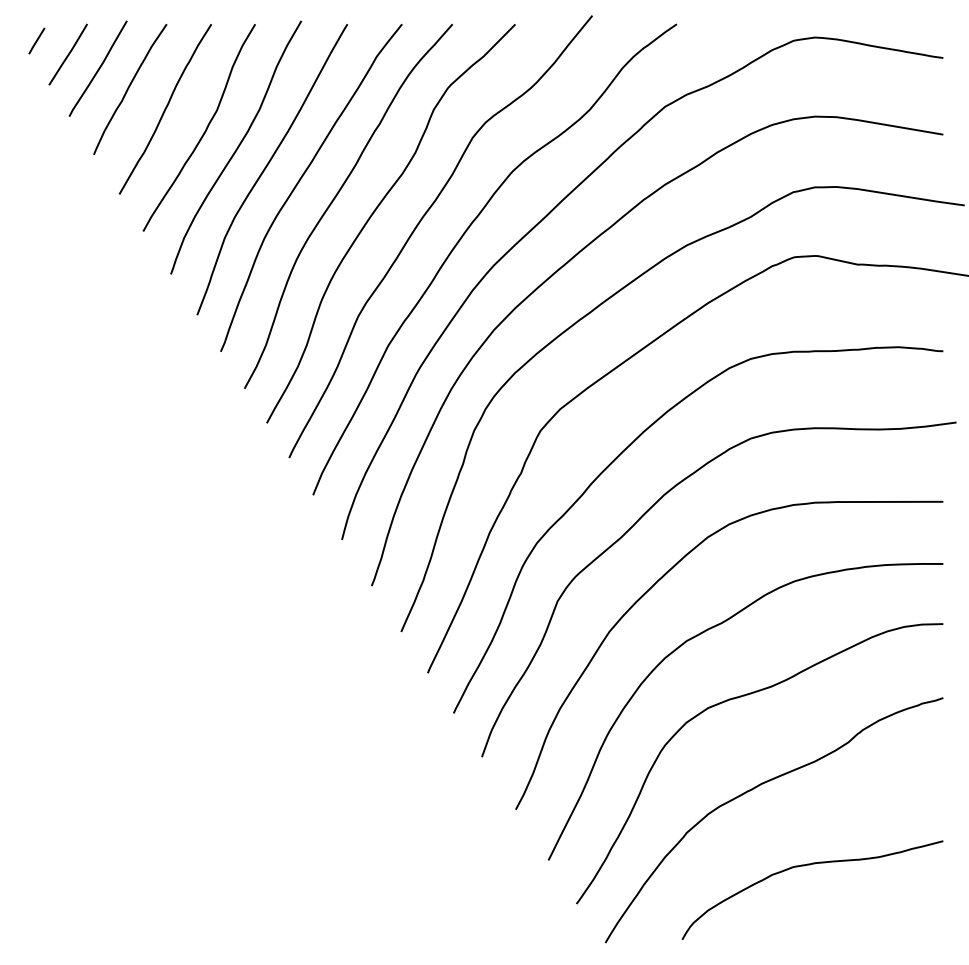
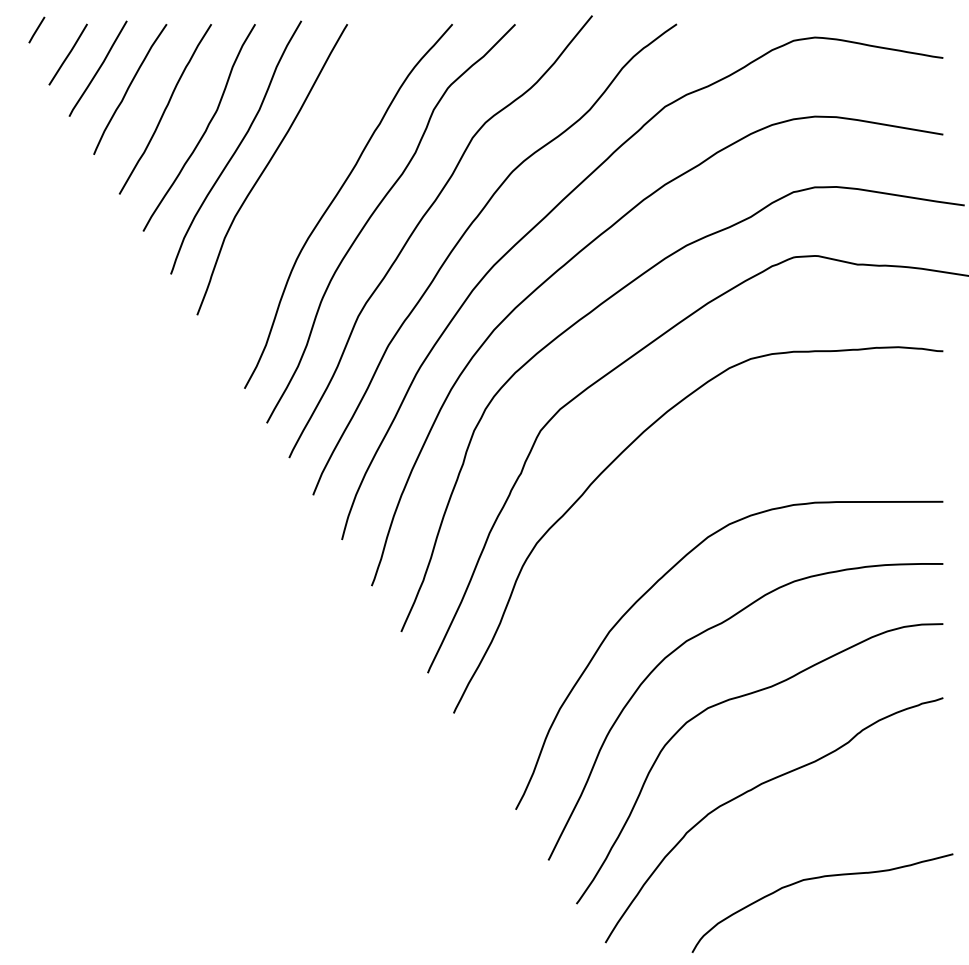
line at (36, 40) position: (36, 40) -> (36, 29)
curve at (301, 179): present -> none
curve at (644, 515): present -> none
curve at (810, 865) position: (810, 865) -> (820, 878)
